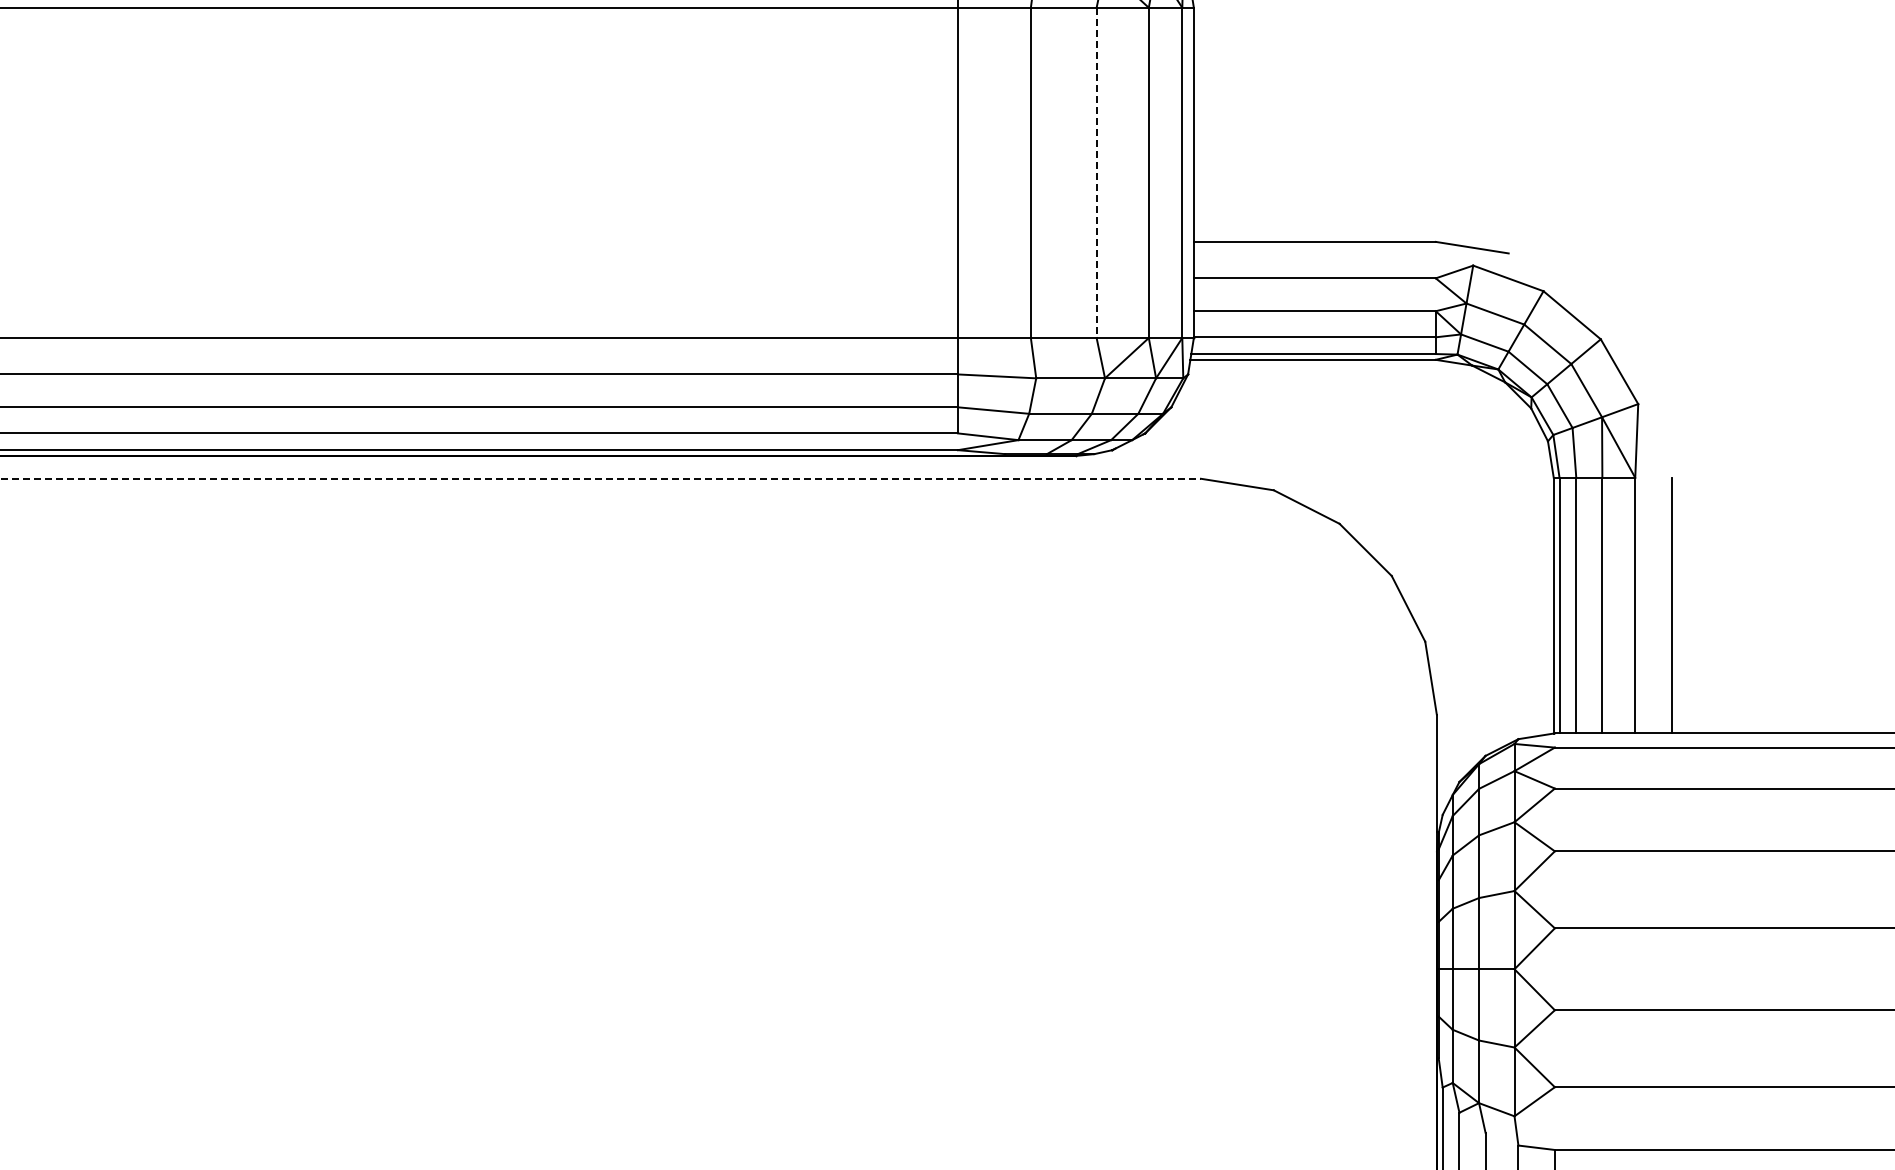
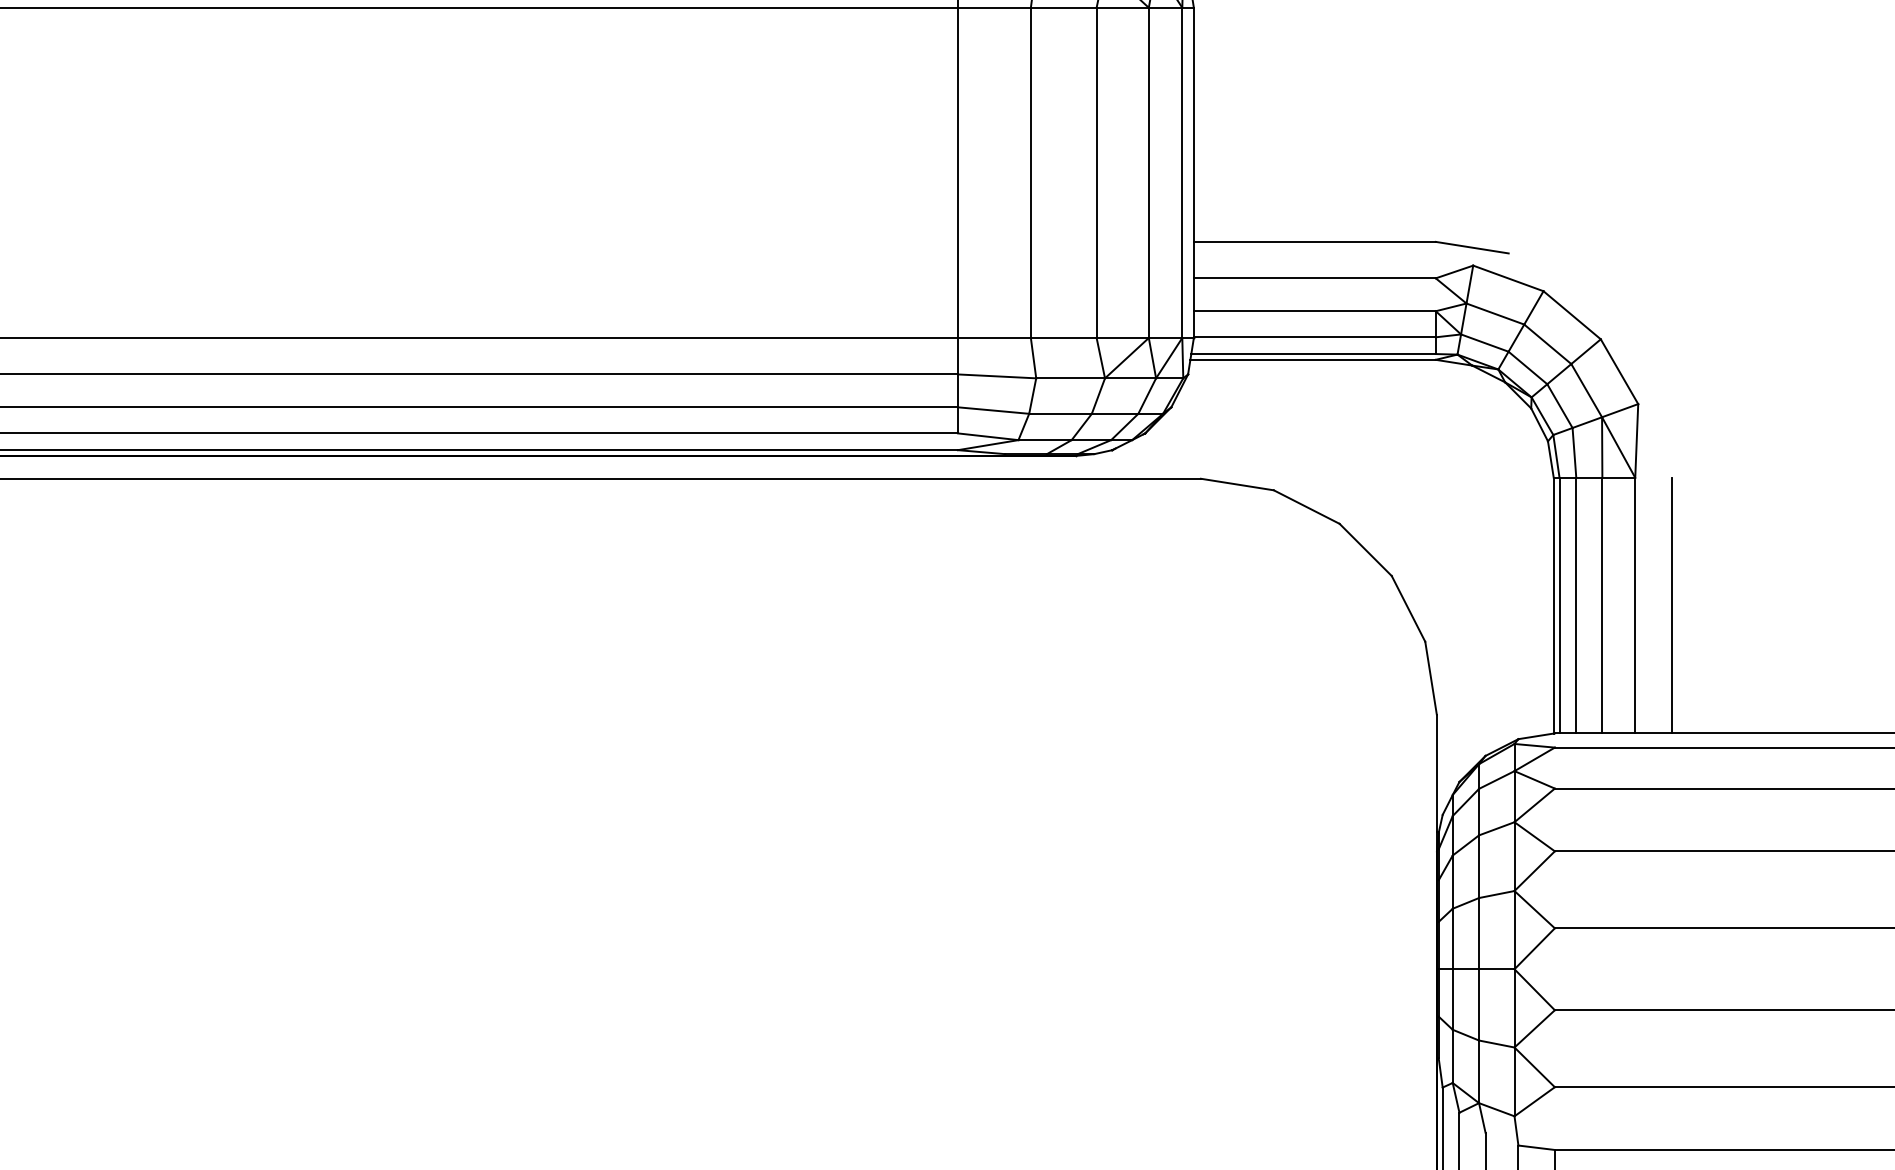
line at (1096, 173): dashed -> solid
line at (601, 478): dashed -> solid
